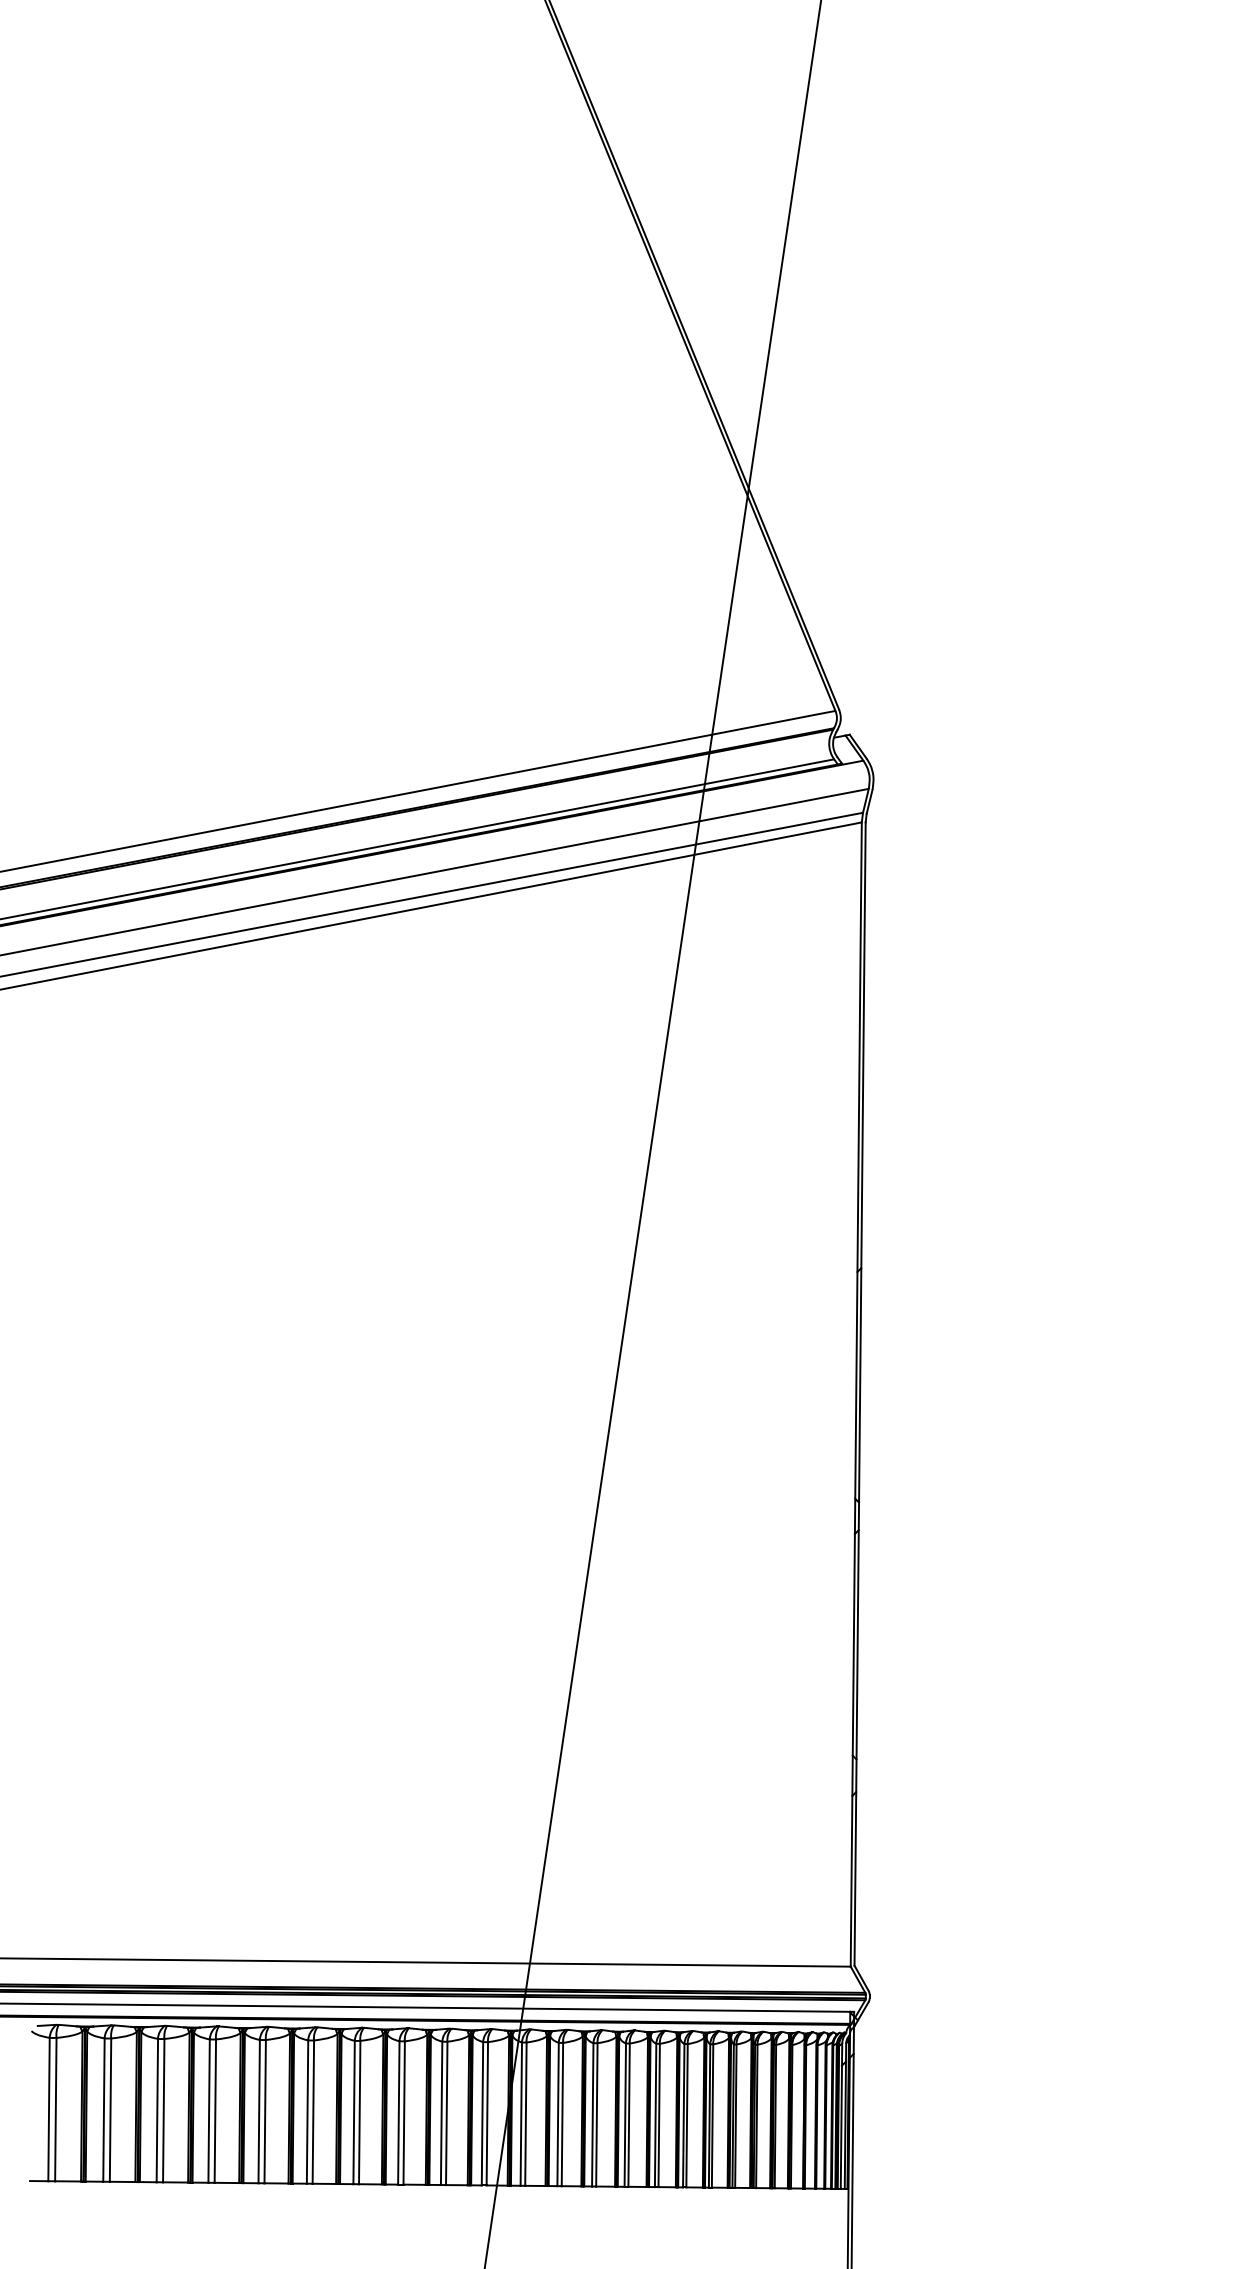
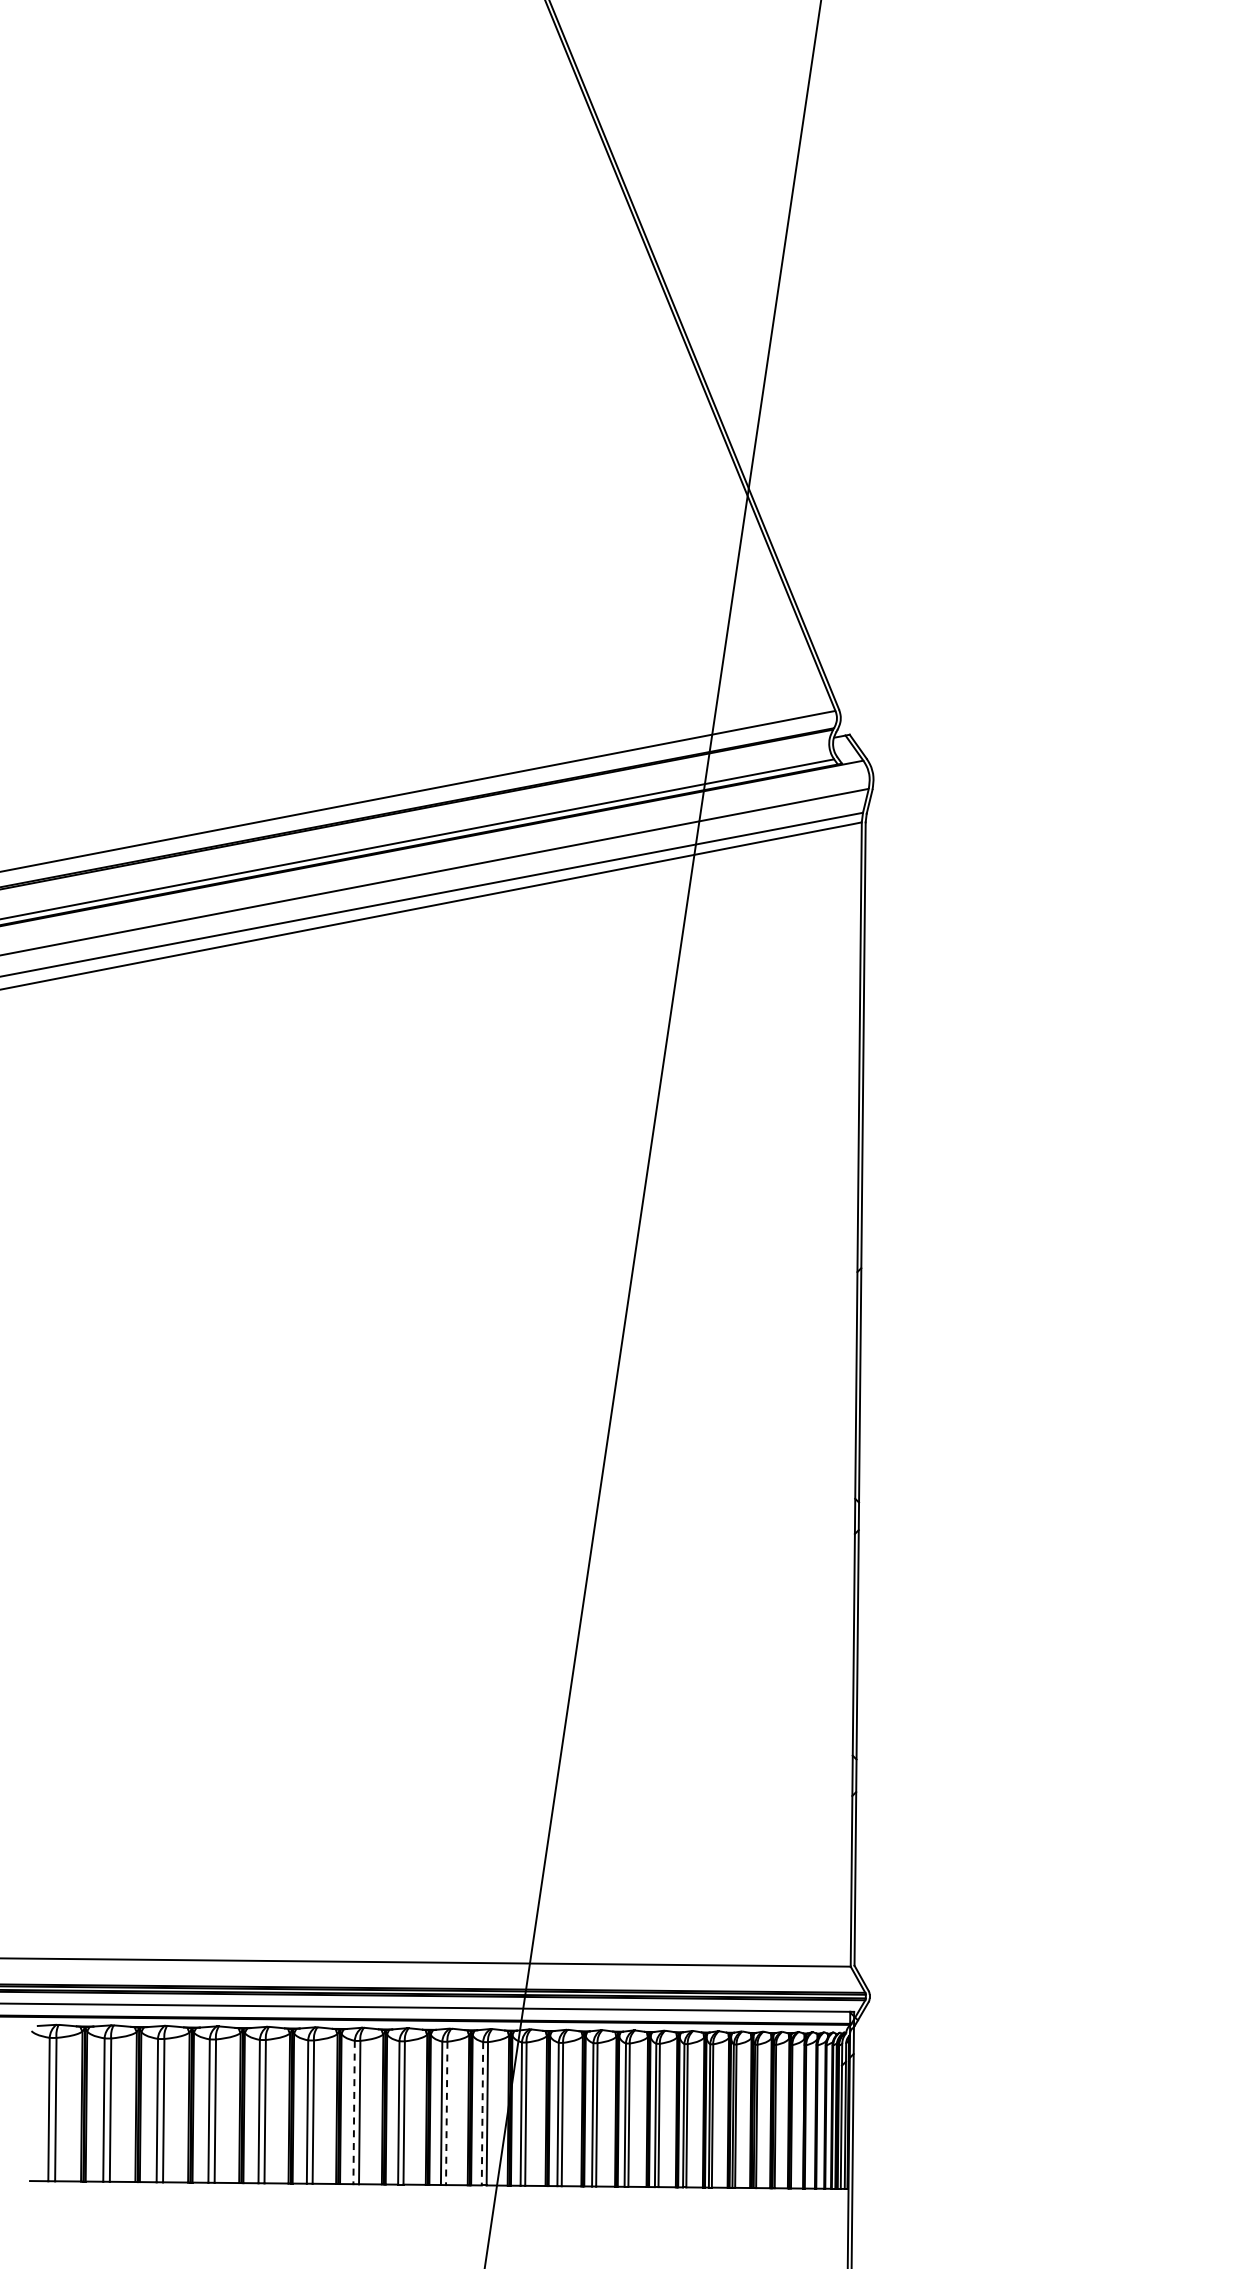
line at (354, 2112): solid -> dashed
line at (446, 2113): solid -> dashed
line at (482, 2113): solid -> dashed
